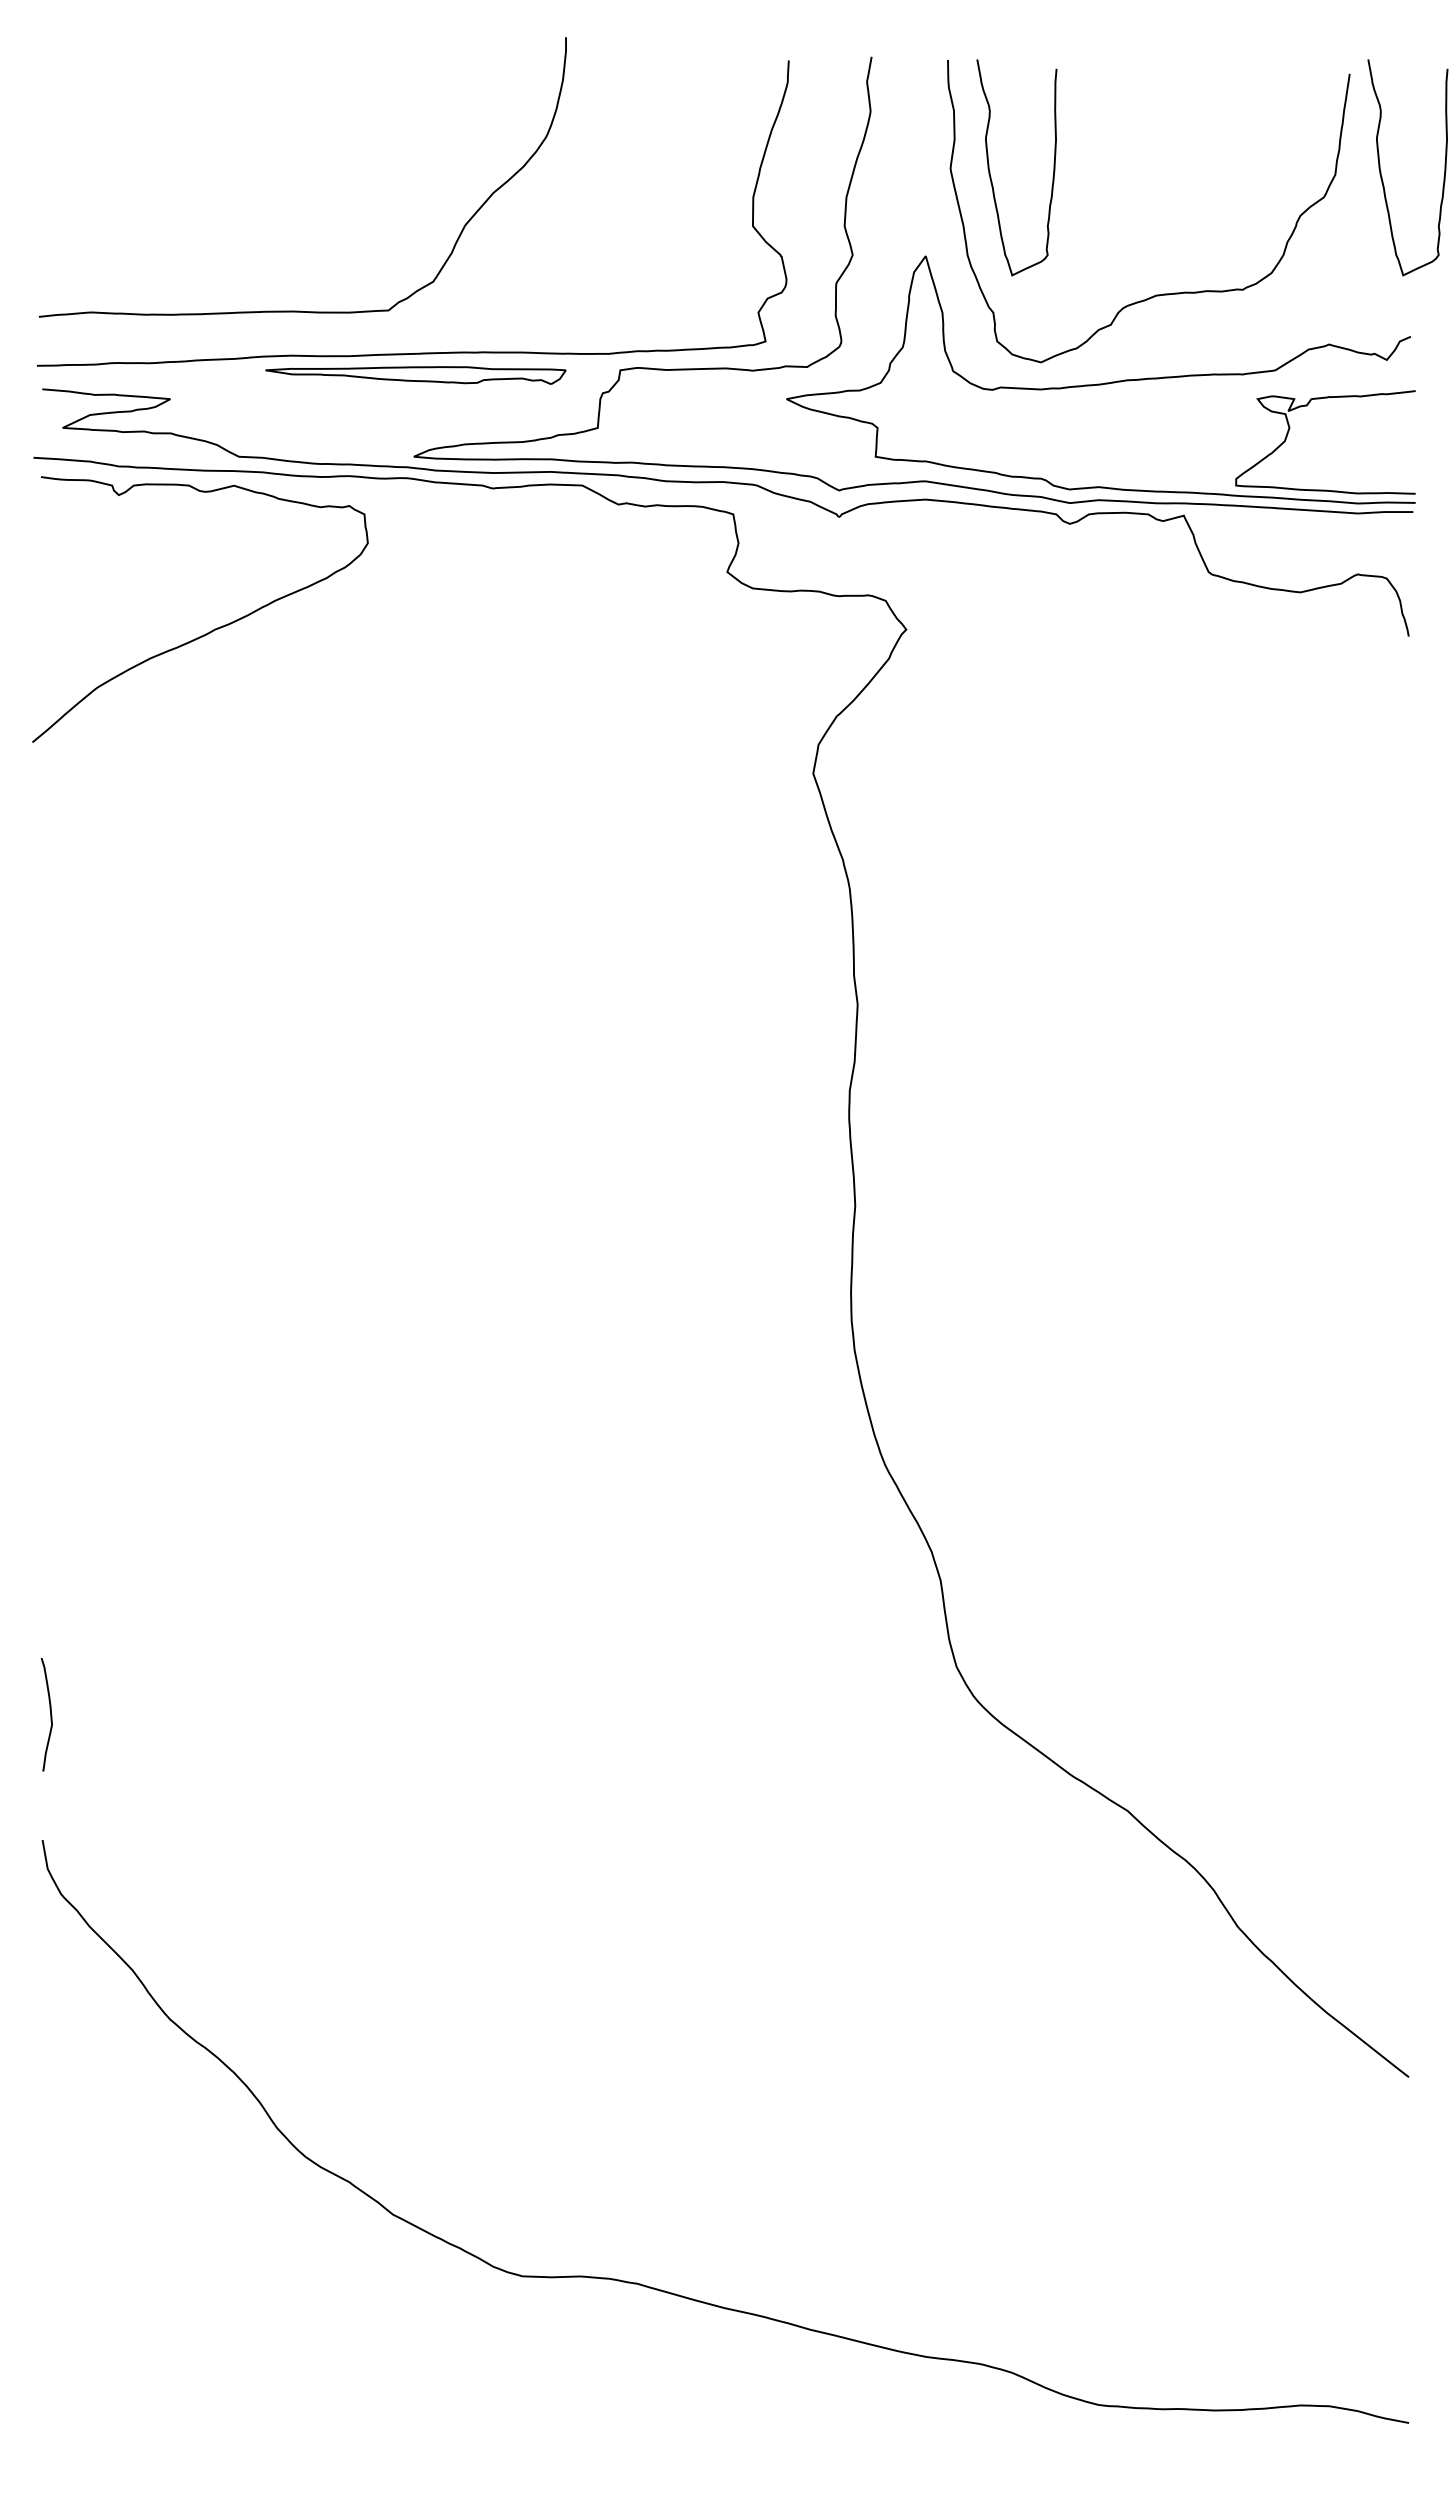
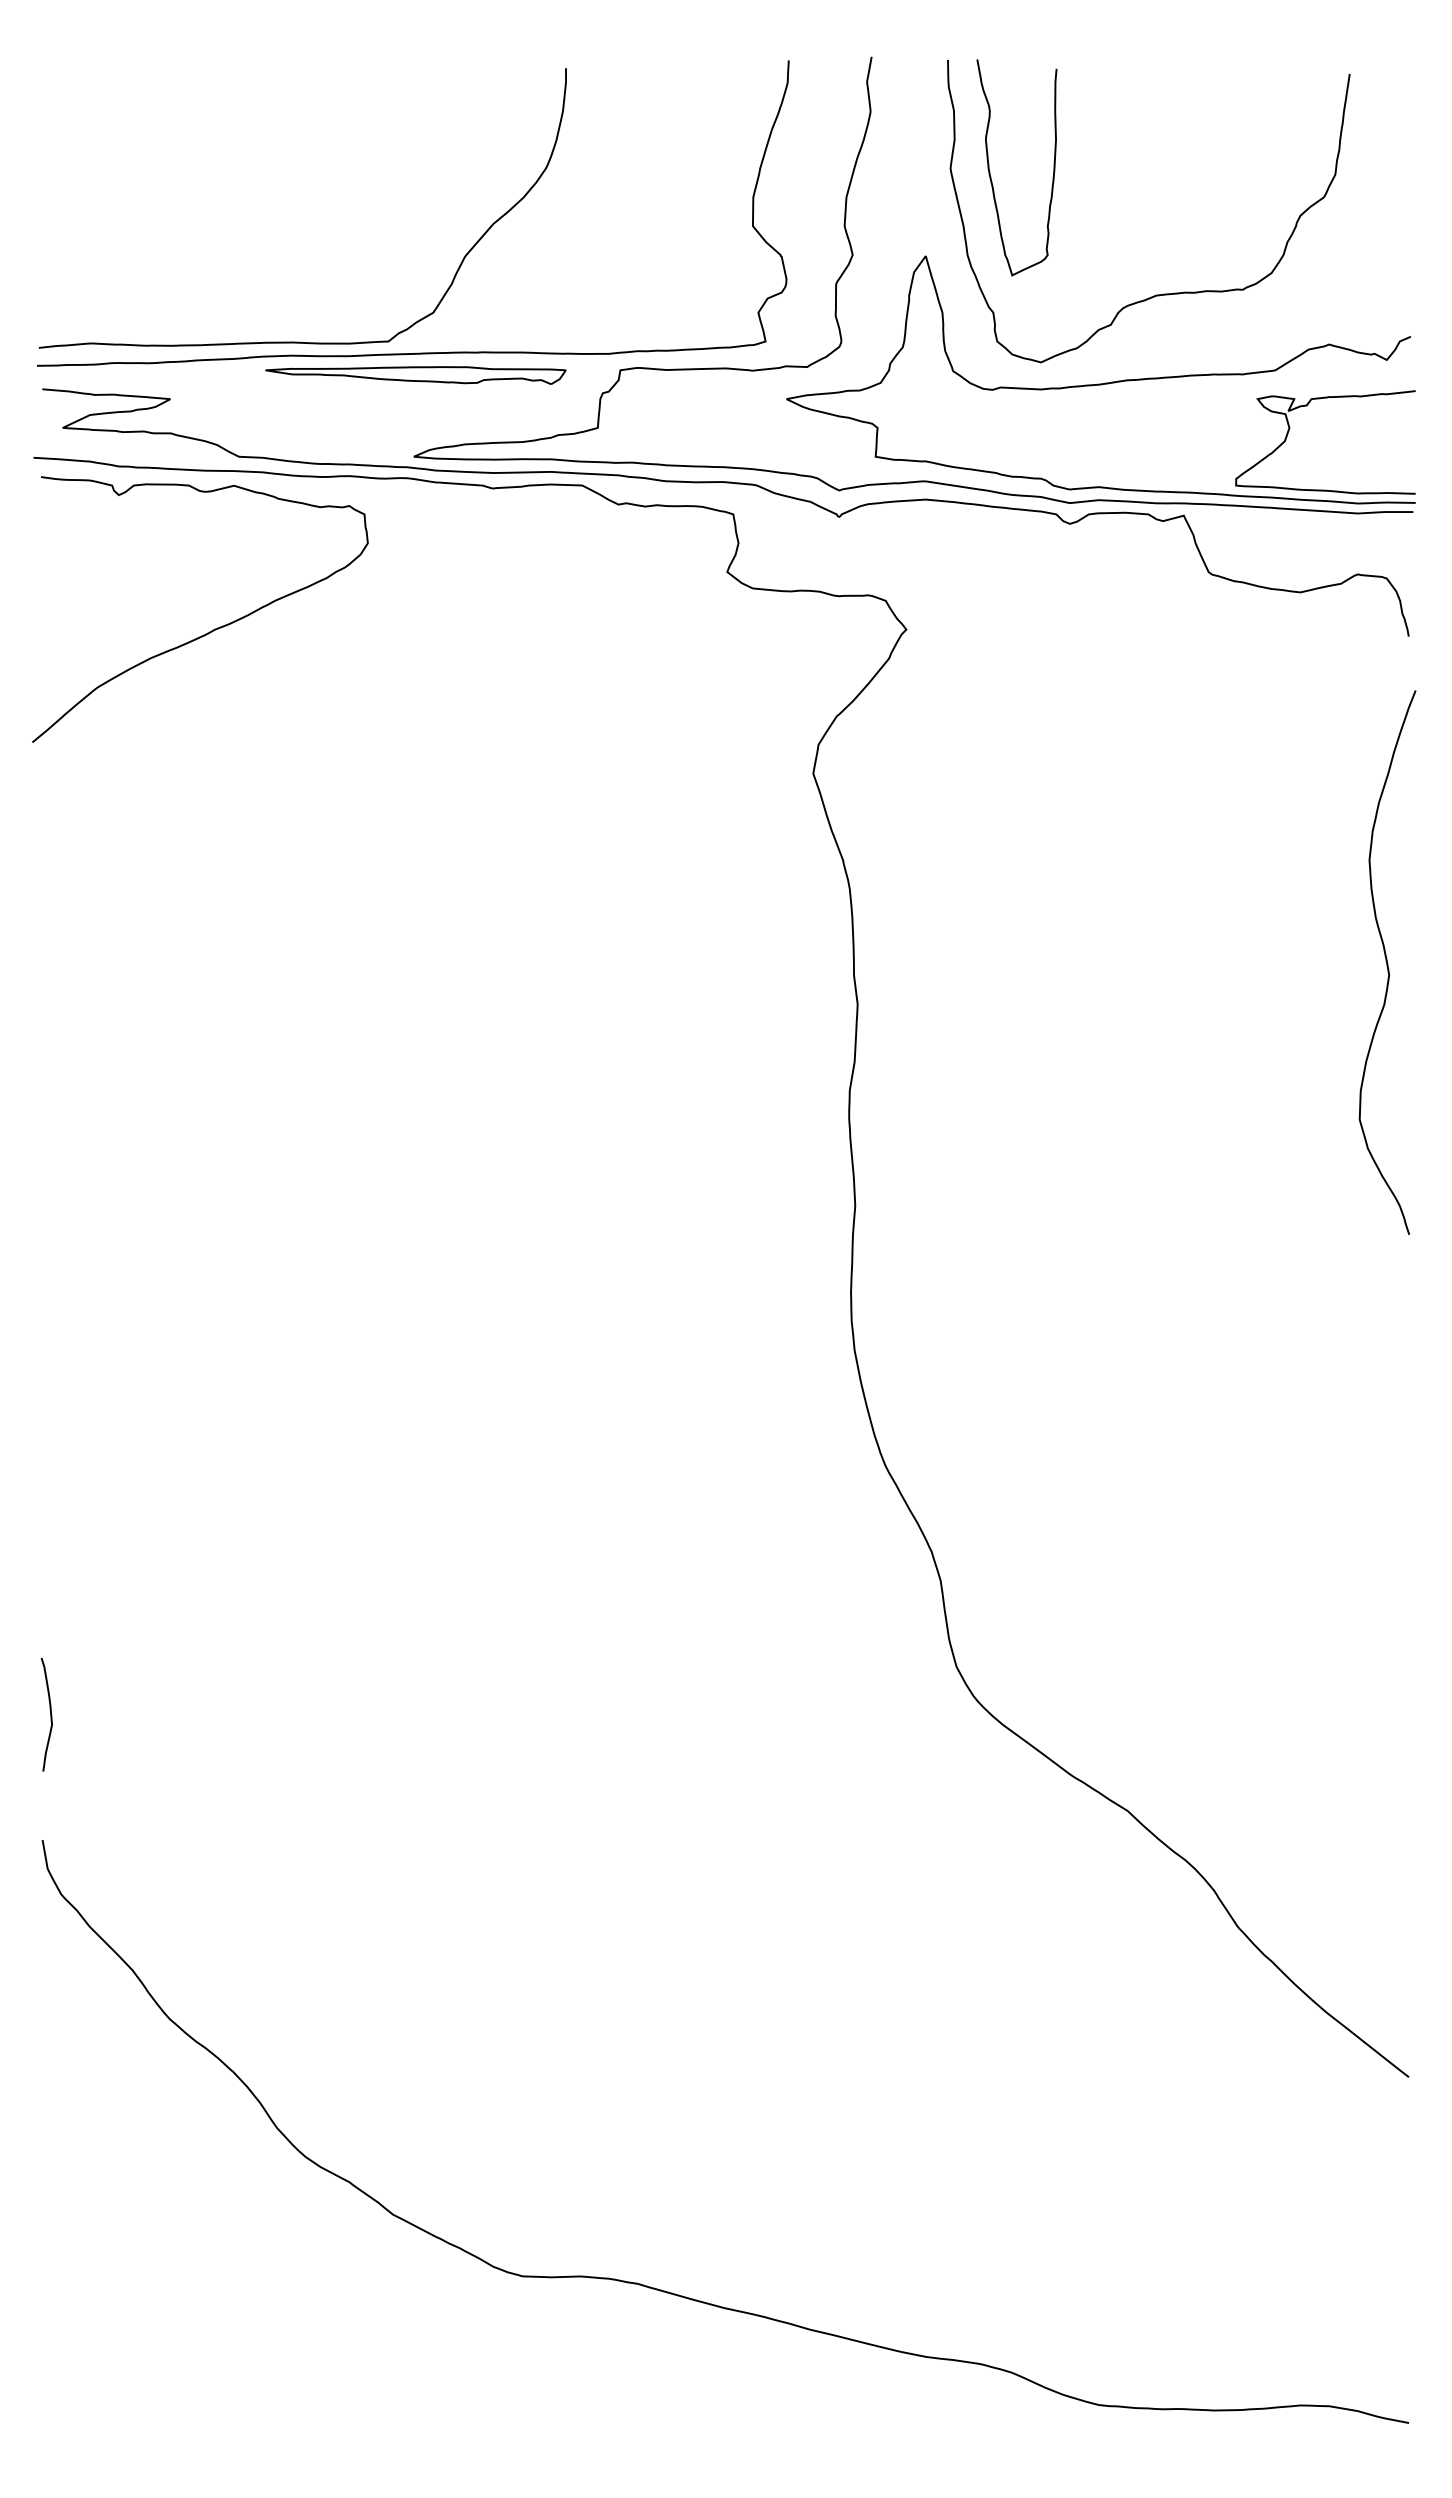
curve at (1381, 171): present -> none
curve at (300, 310) position: (300, 310) -> (300, 341)
curve at (1387, 962): none -> present
